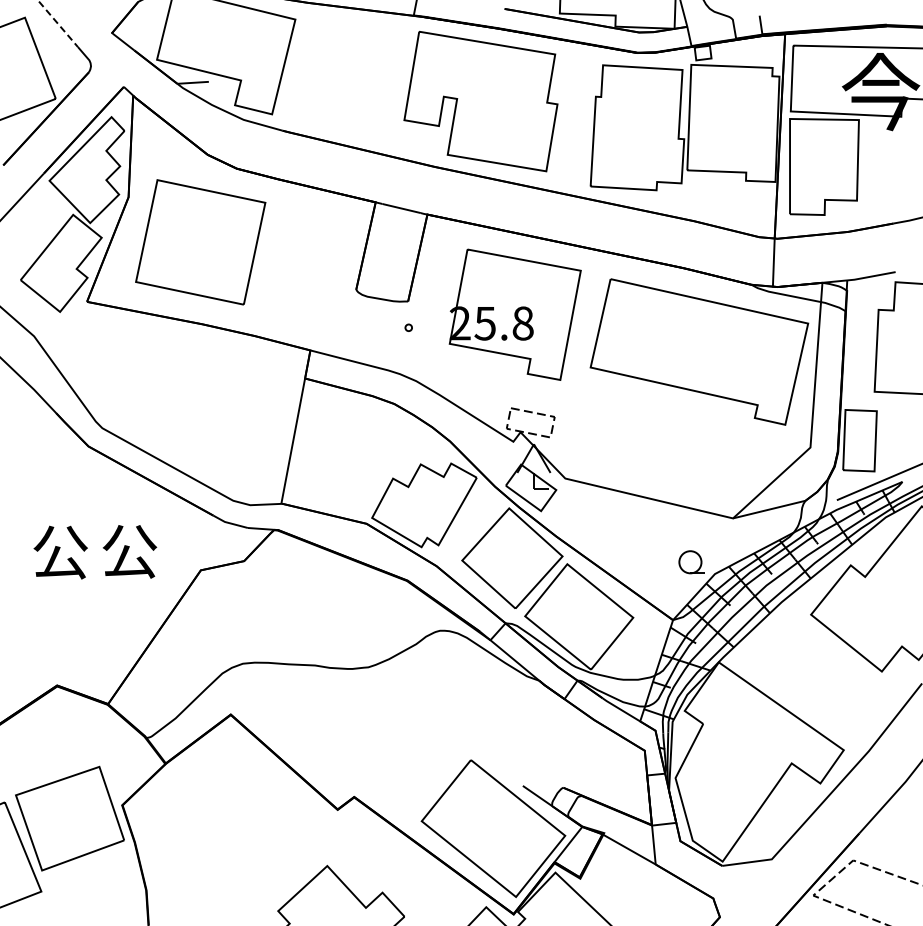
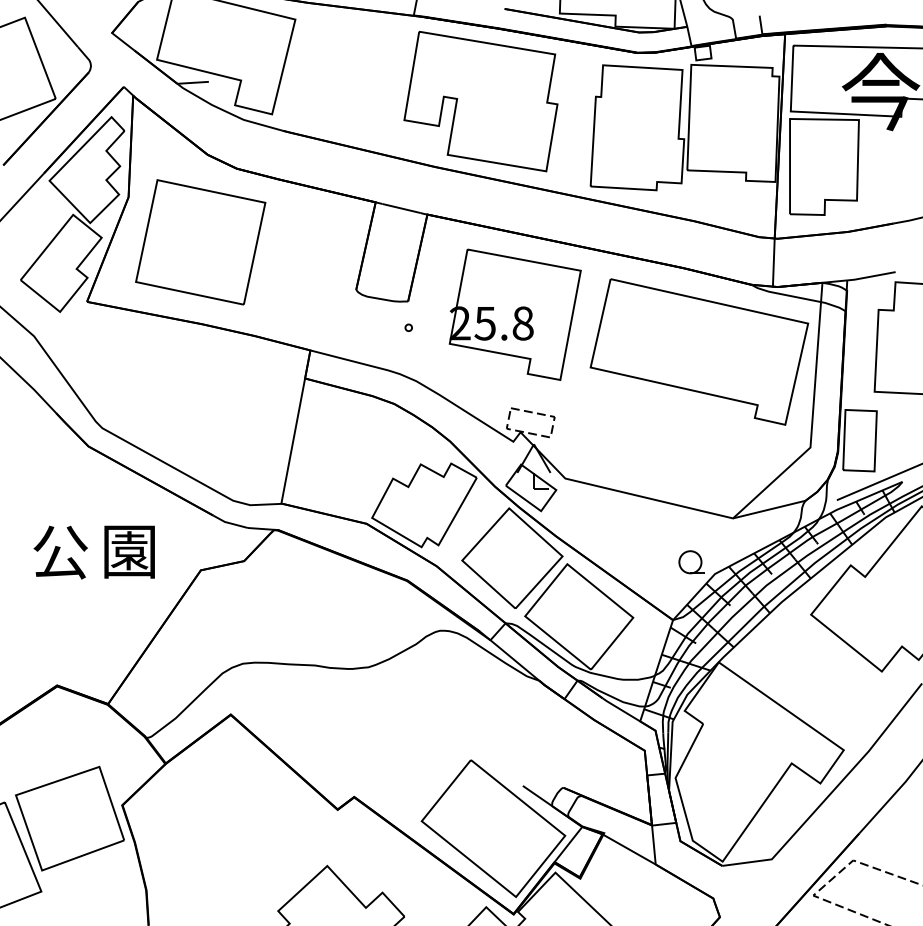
line at (57, 23): dashed -> solid
text at (129, 551): 公 -> 園
